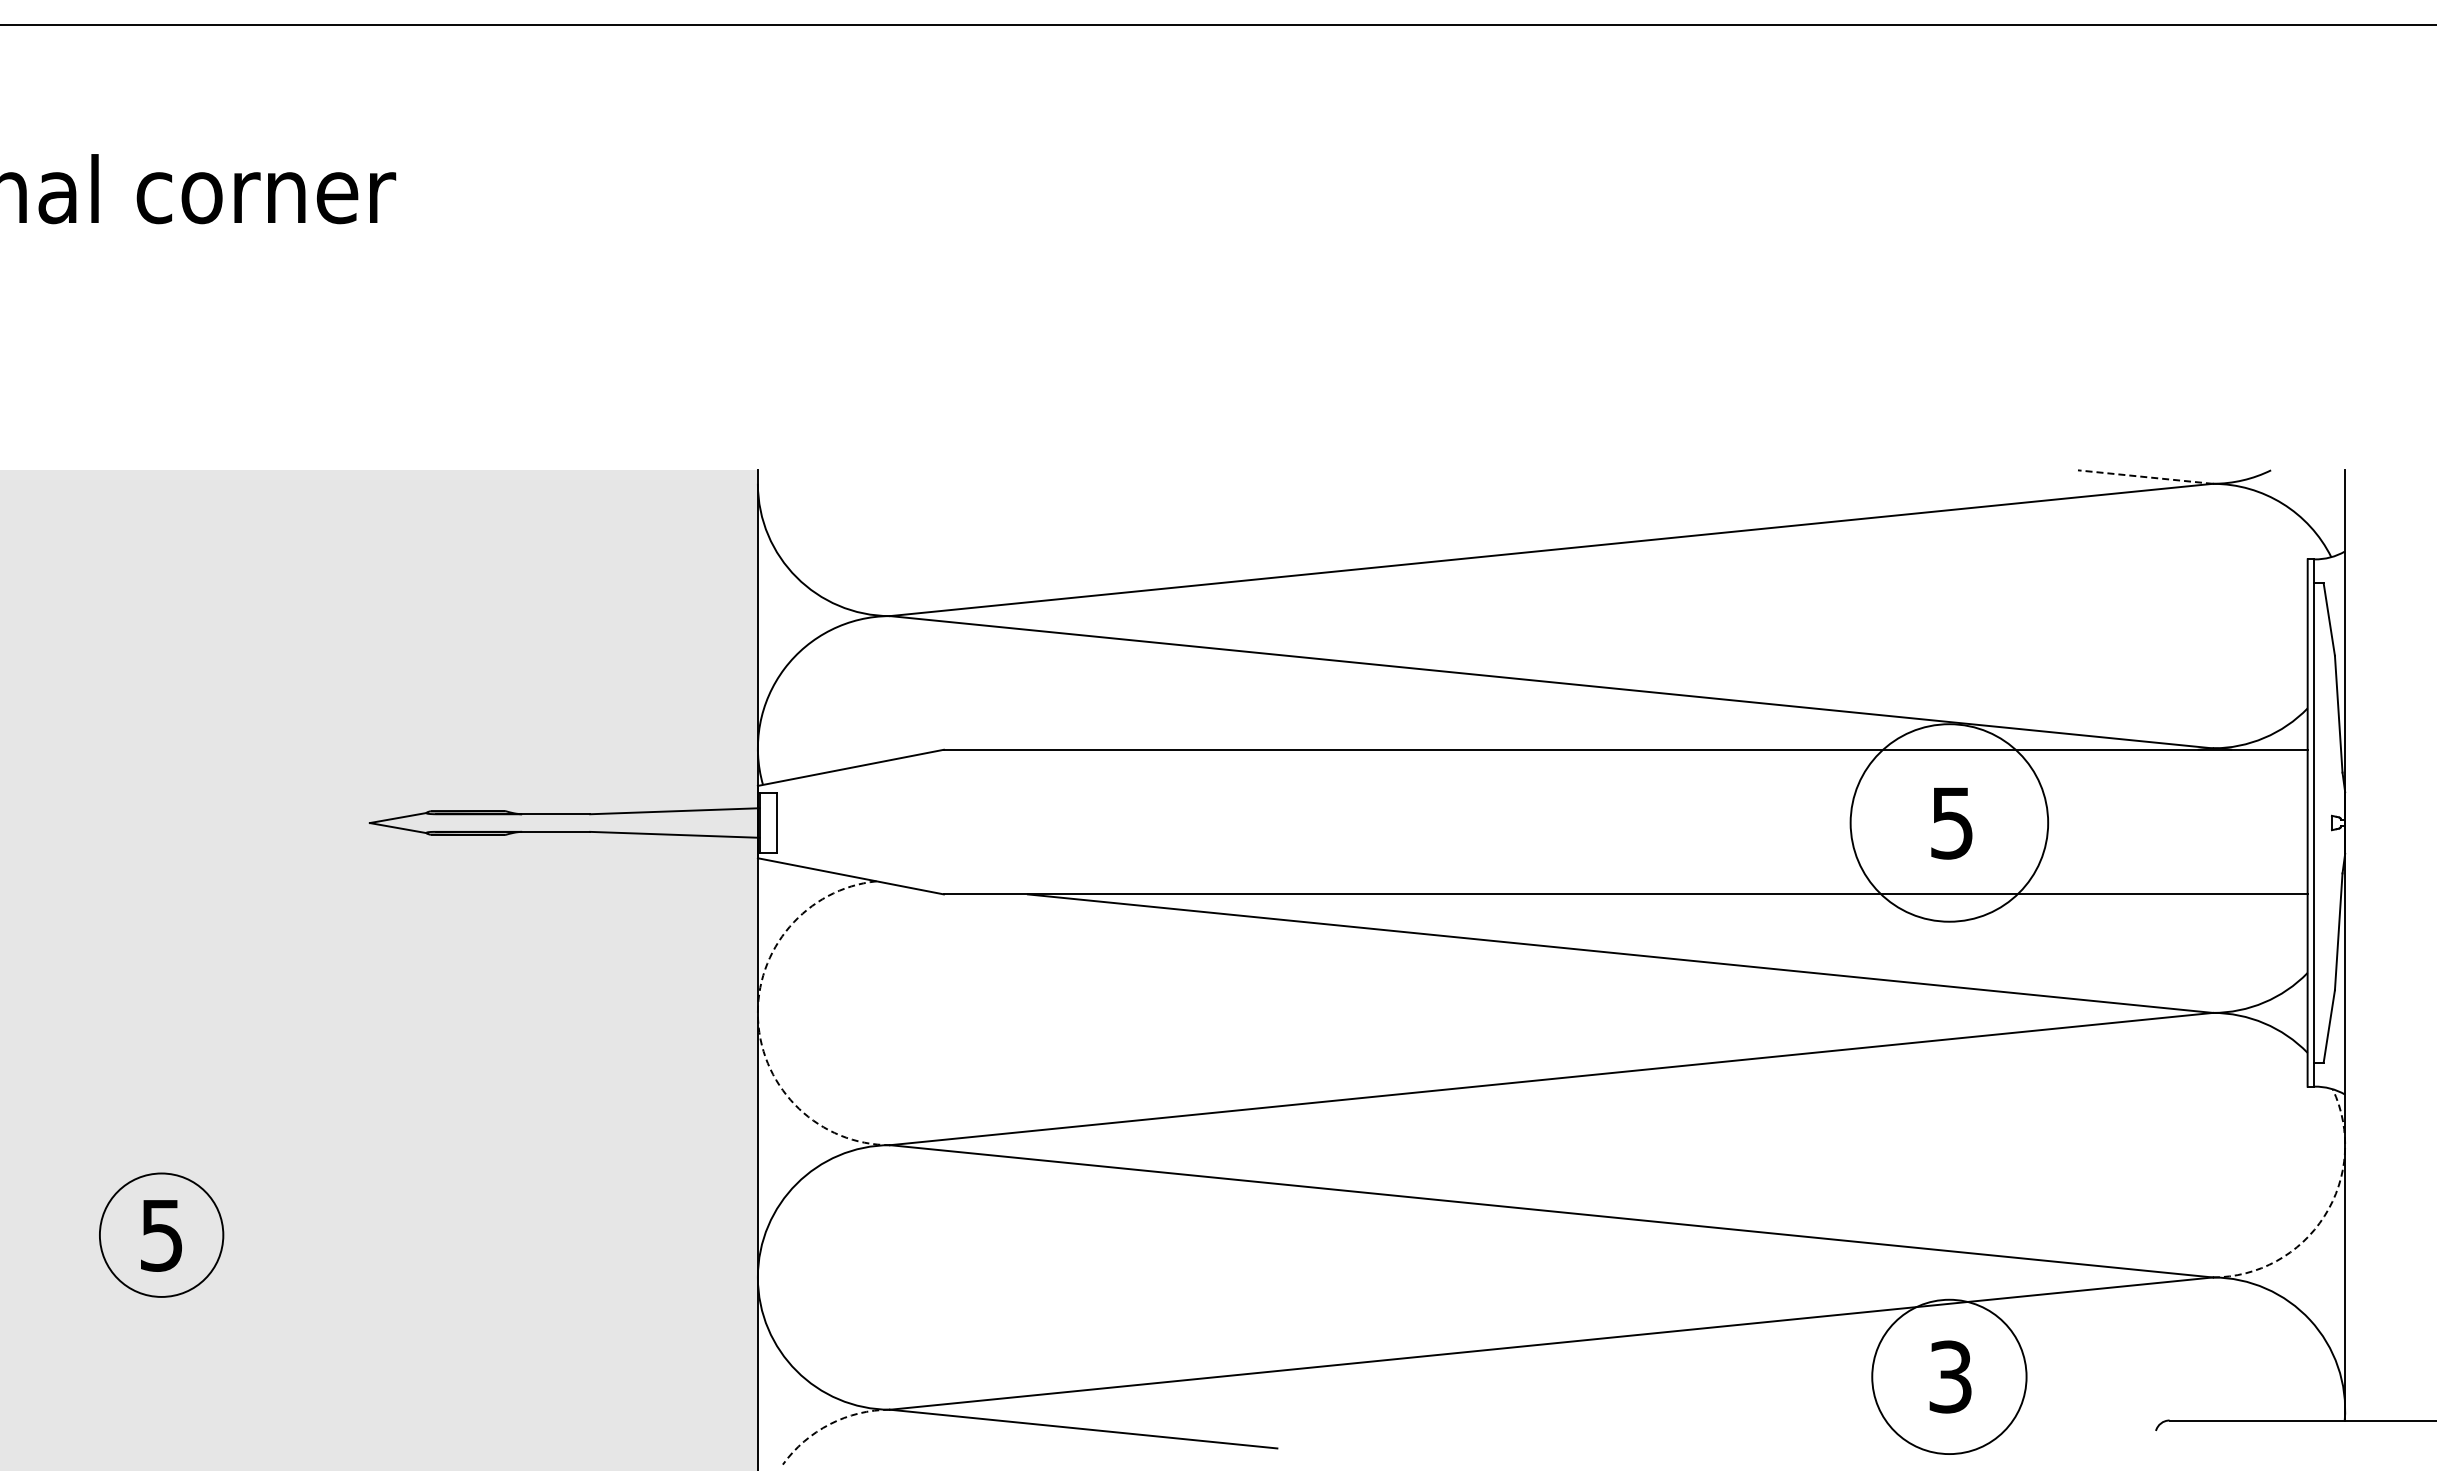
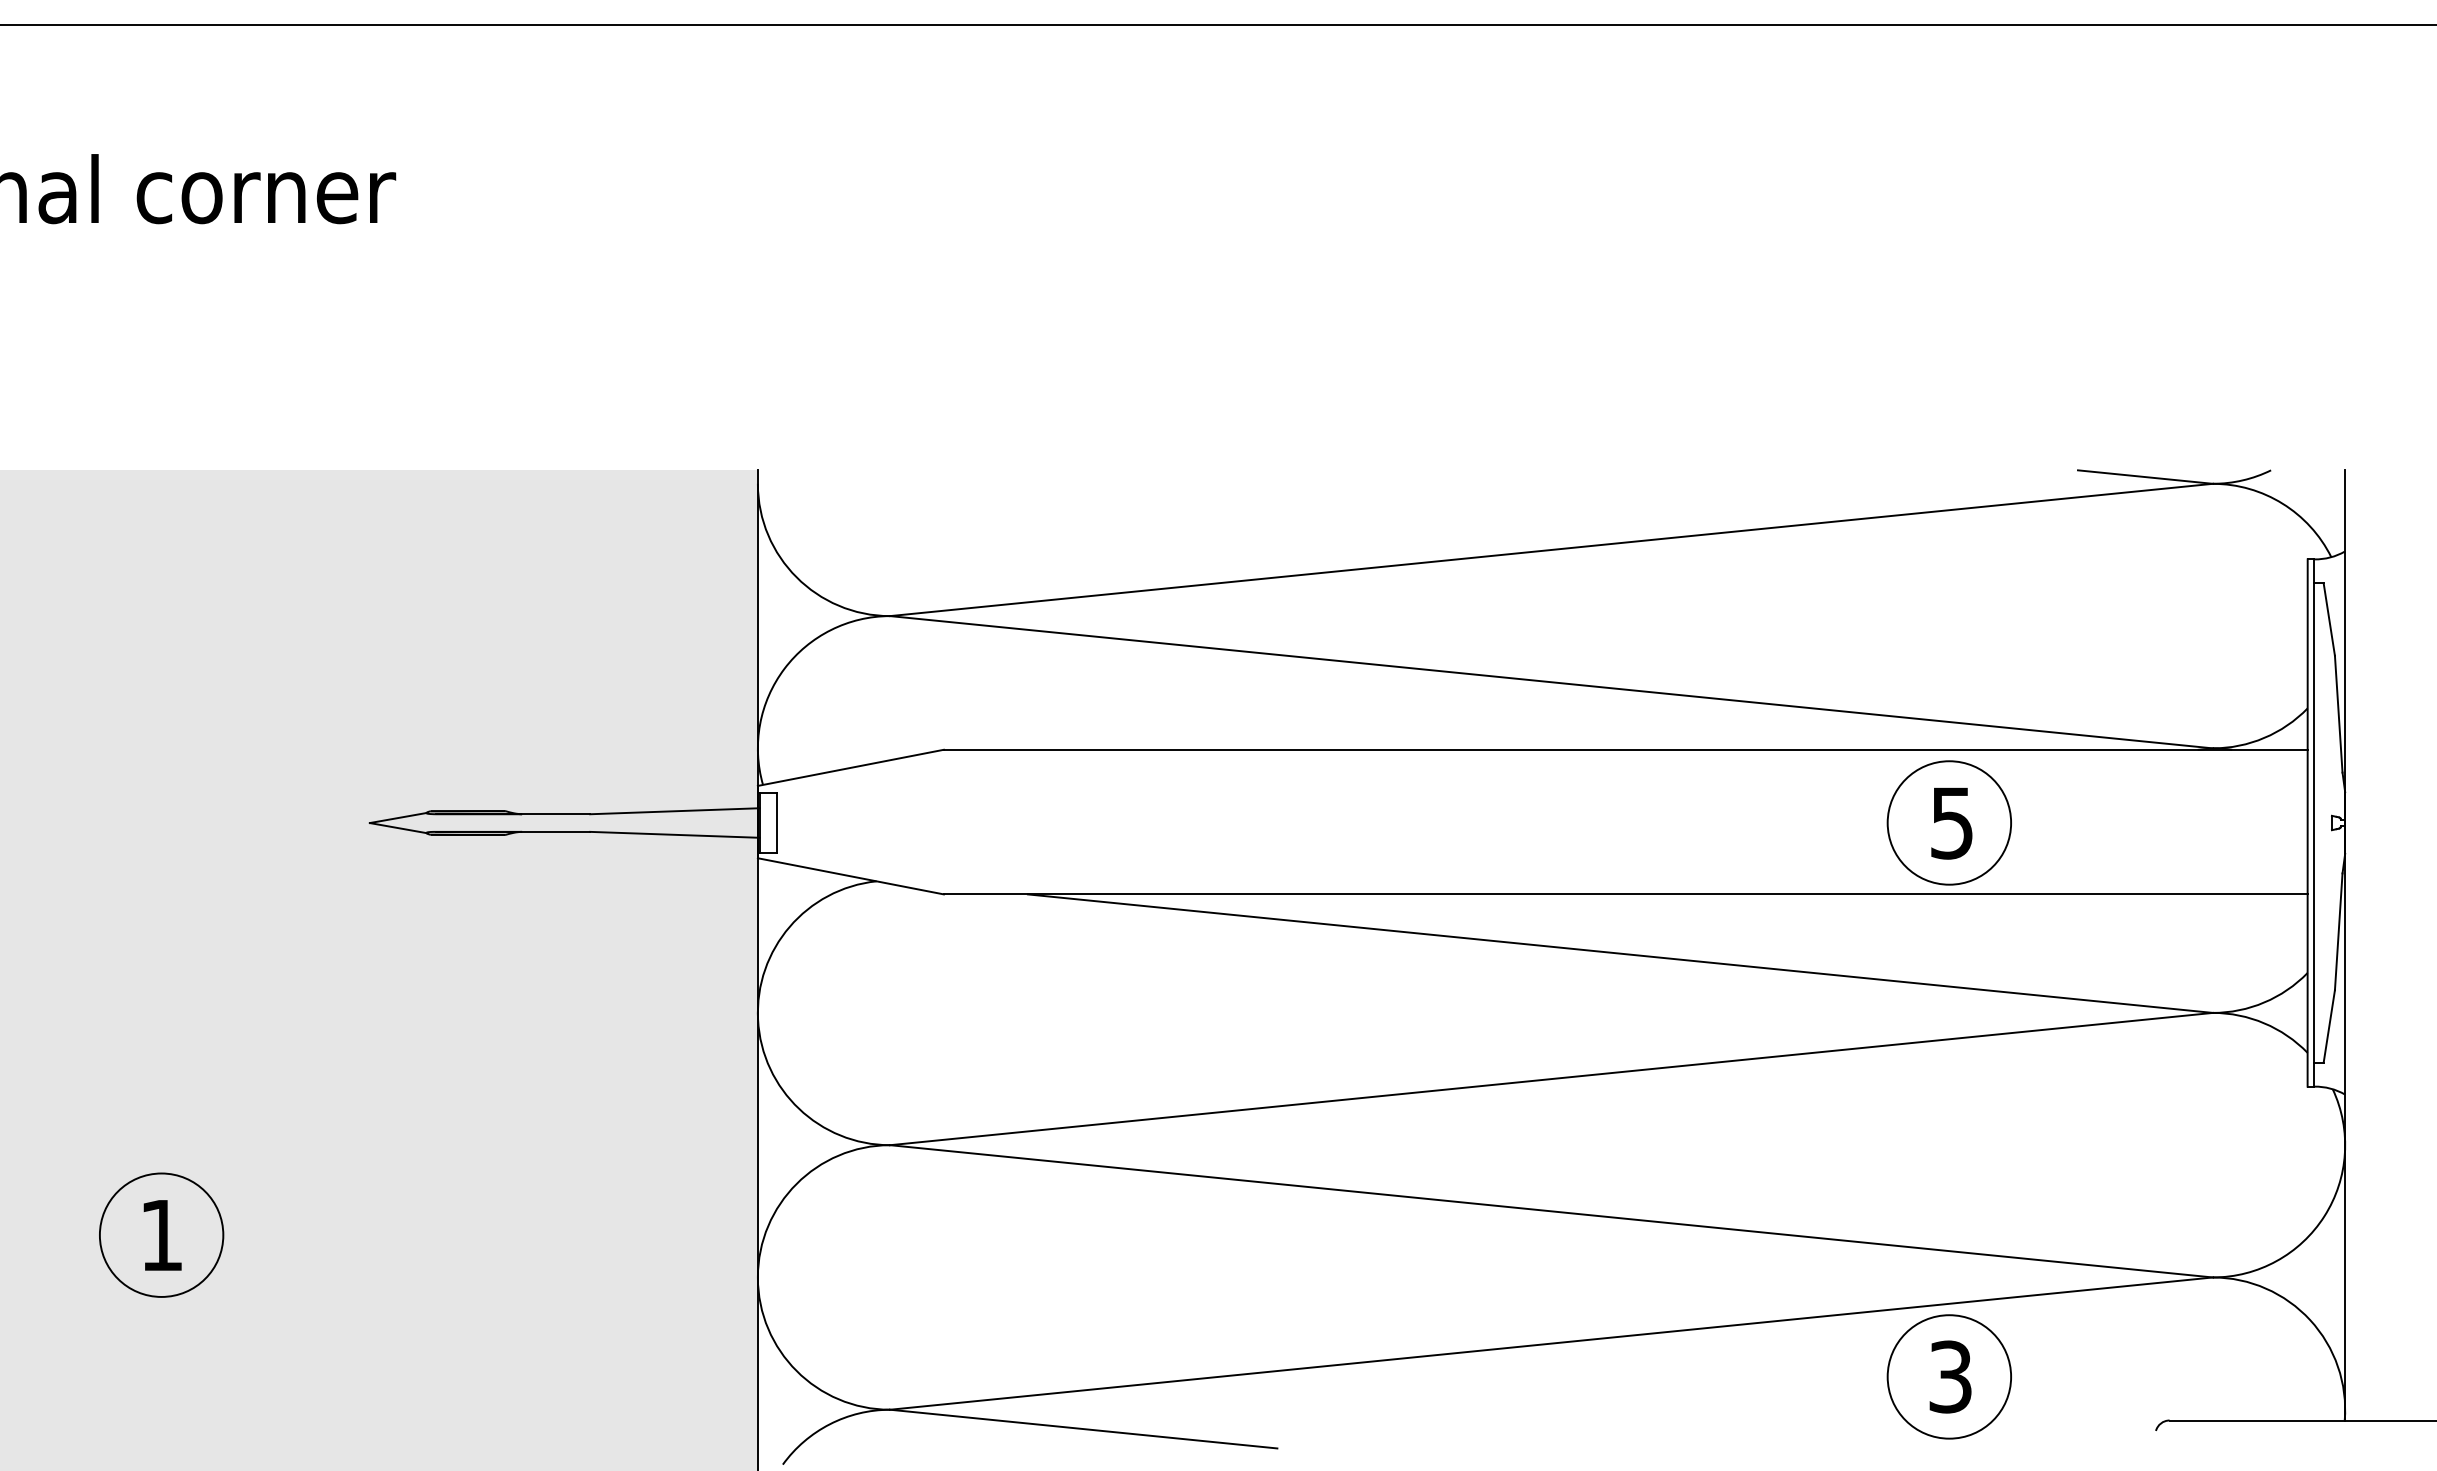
line at (2145, 477): dashed -> solid
circle at (1949, 822) diameter: 198 px -> 123 px
arc at (758, 1019): dashed -> solid
arc at (2324, 1216): dashed -> solid
text at (161, 1235): 5 -> 1
circle at (1949, 1376) diameter: 154 px -> 123 px
arc at (829, 1424): dashed -> solid
